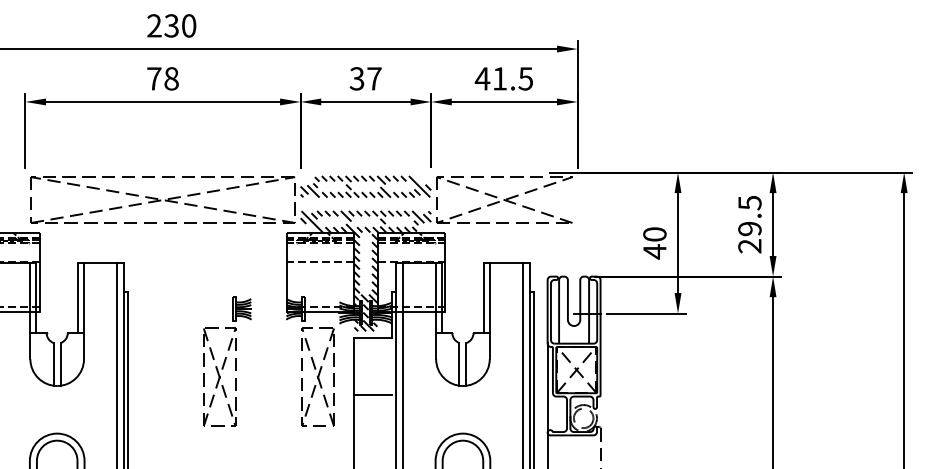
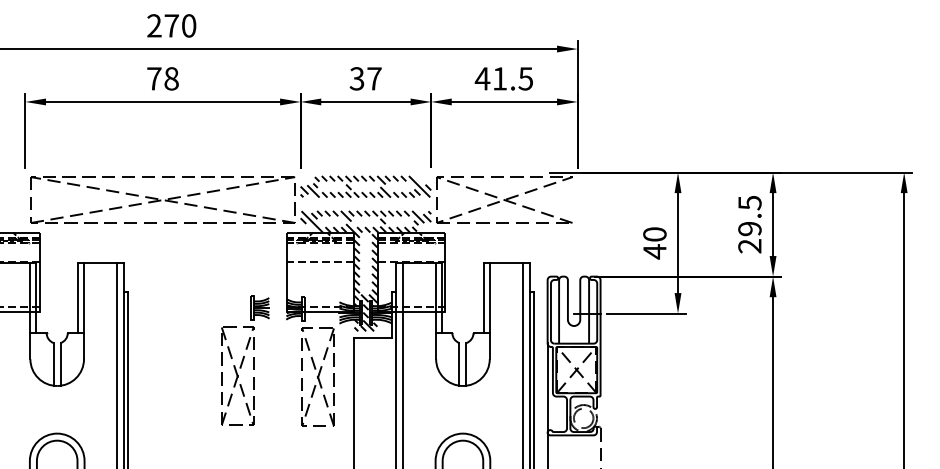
text at (171, 25): 230 -> 270
part at (227, 361) position: (227, 361) -> (245, 360)
line at (372, 394): present -> none
